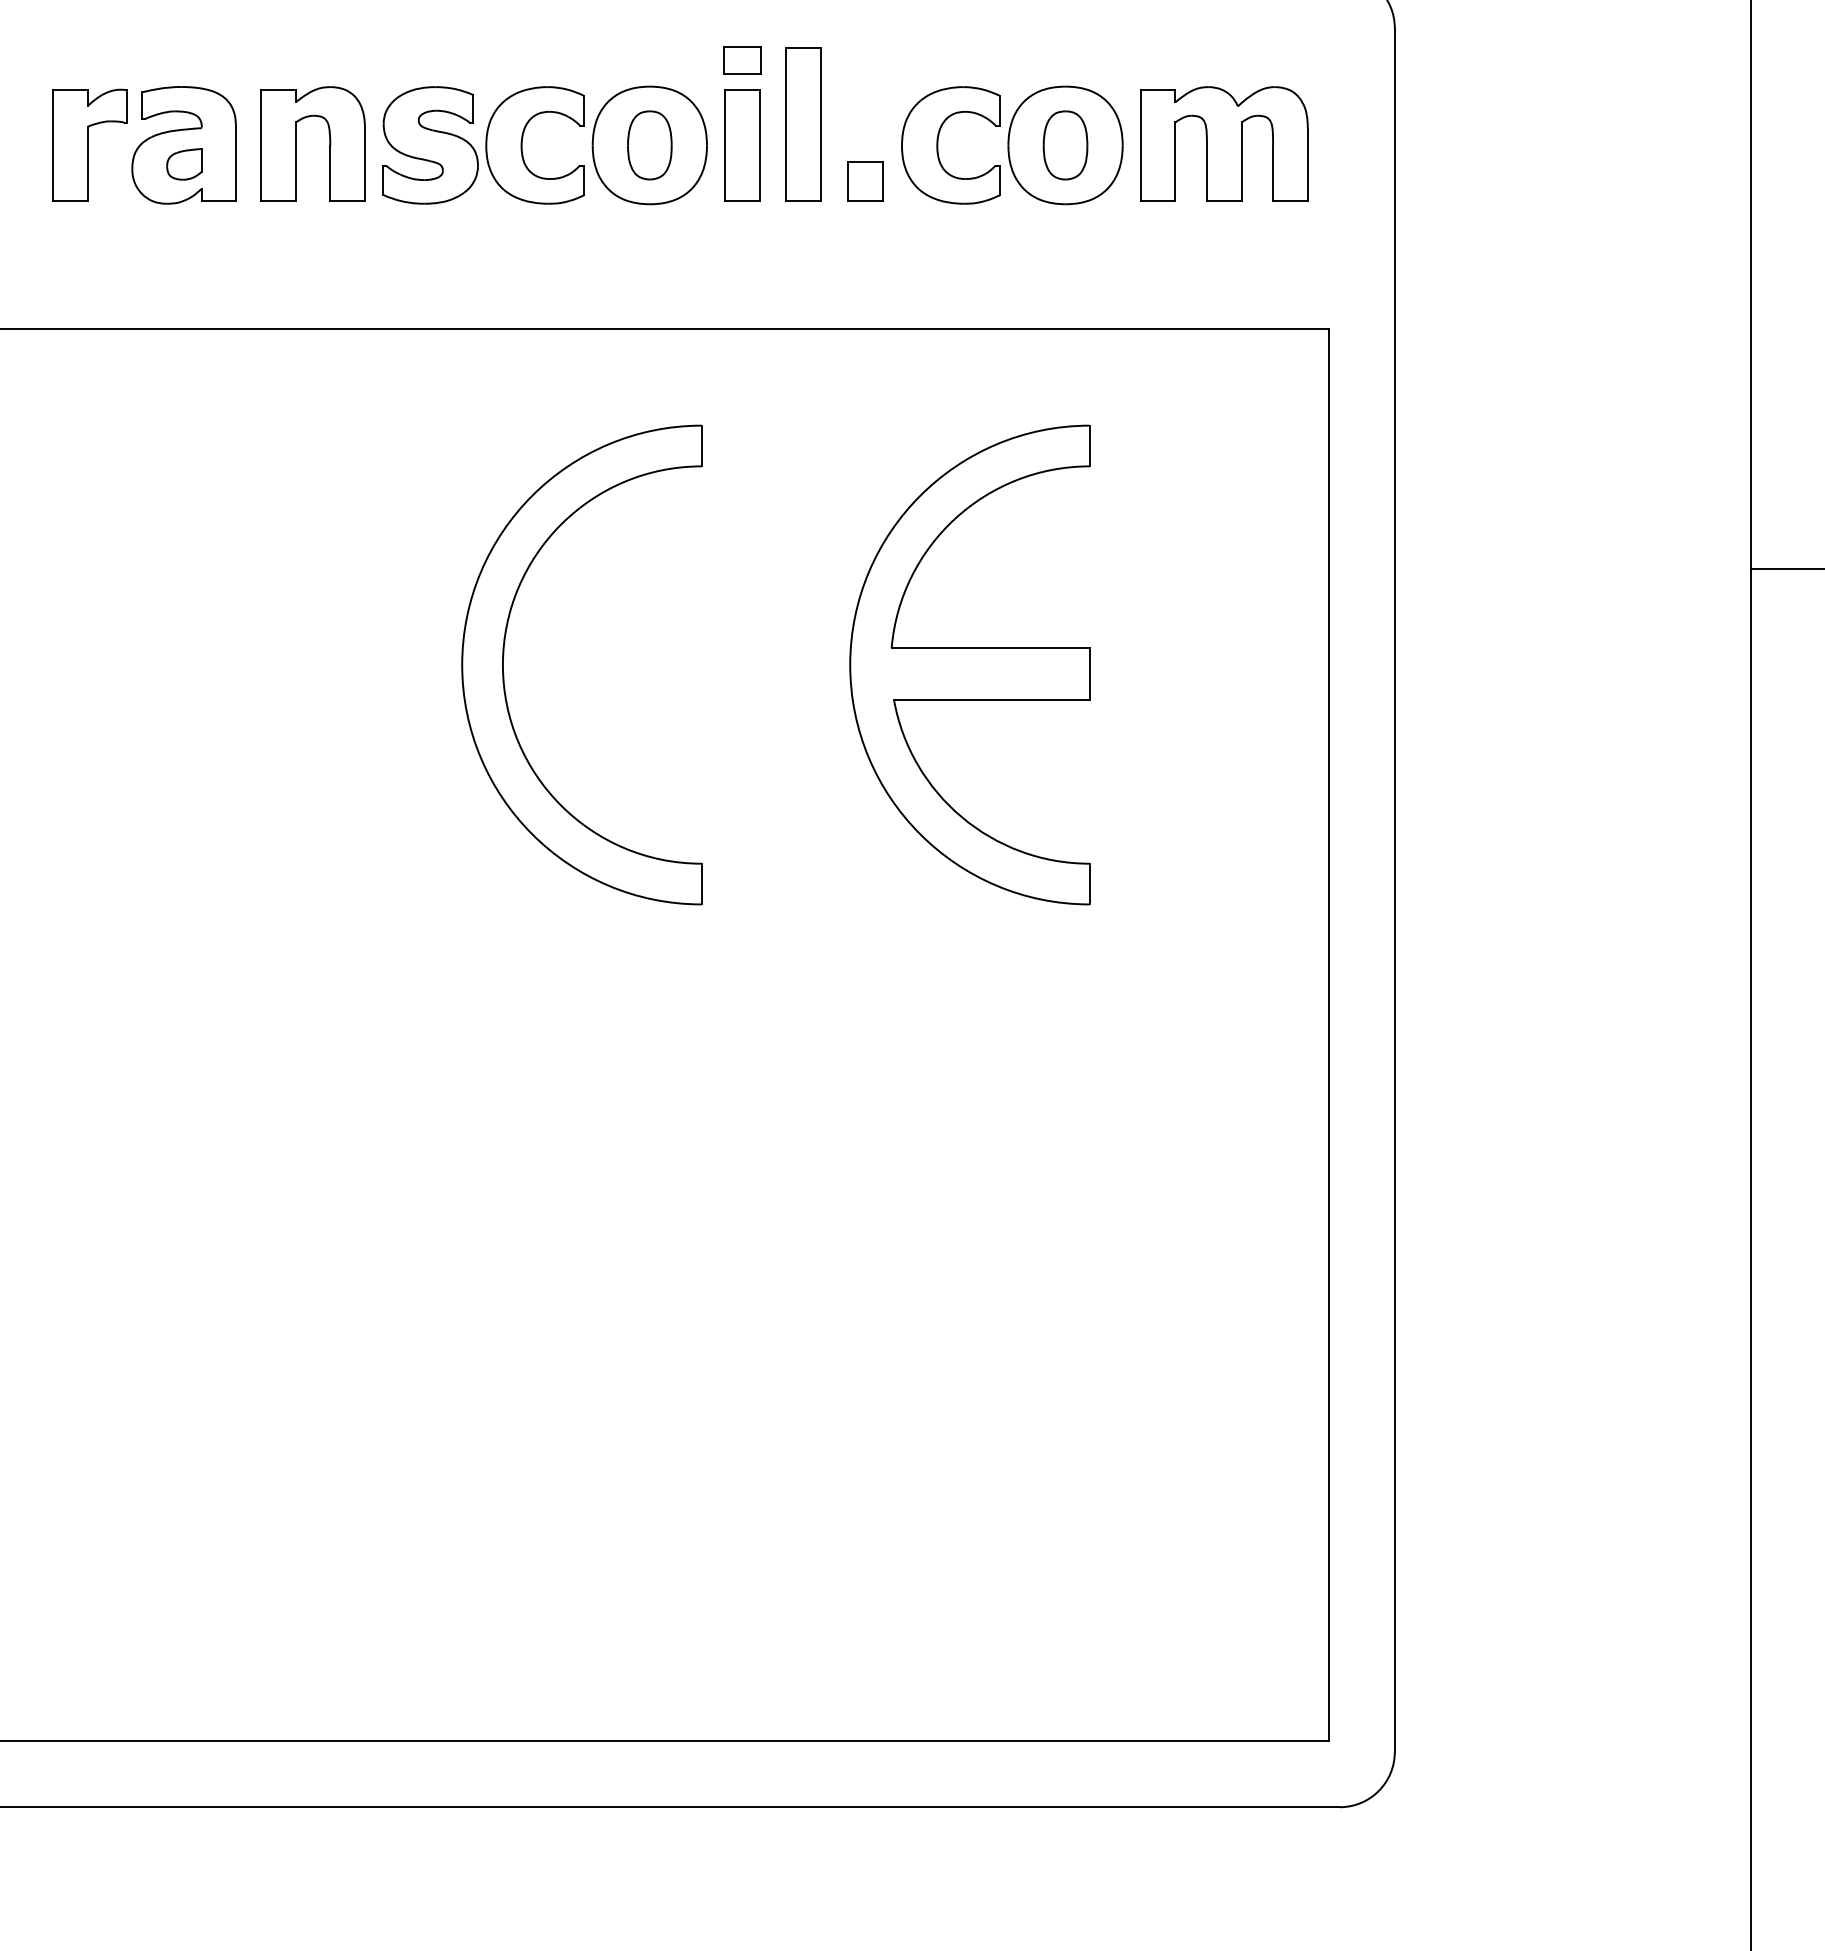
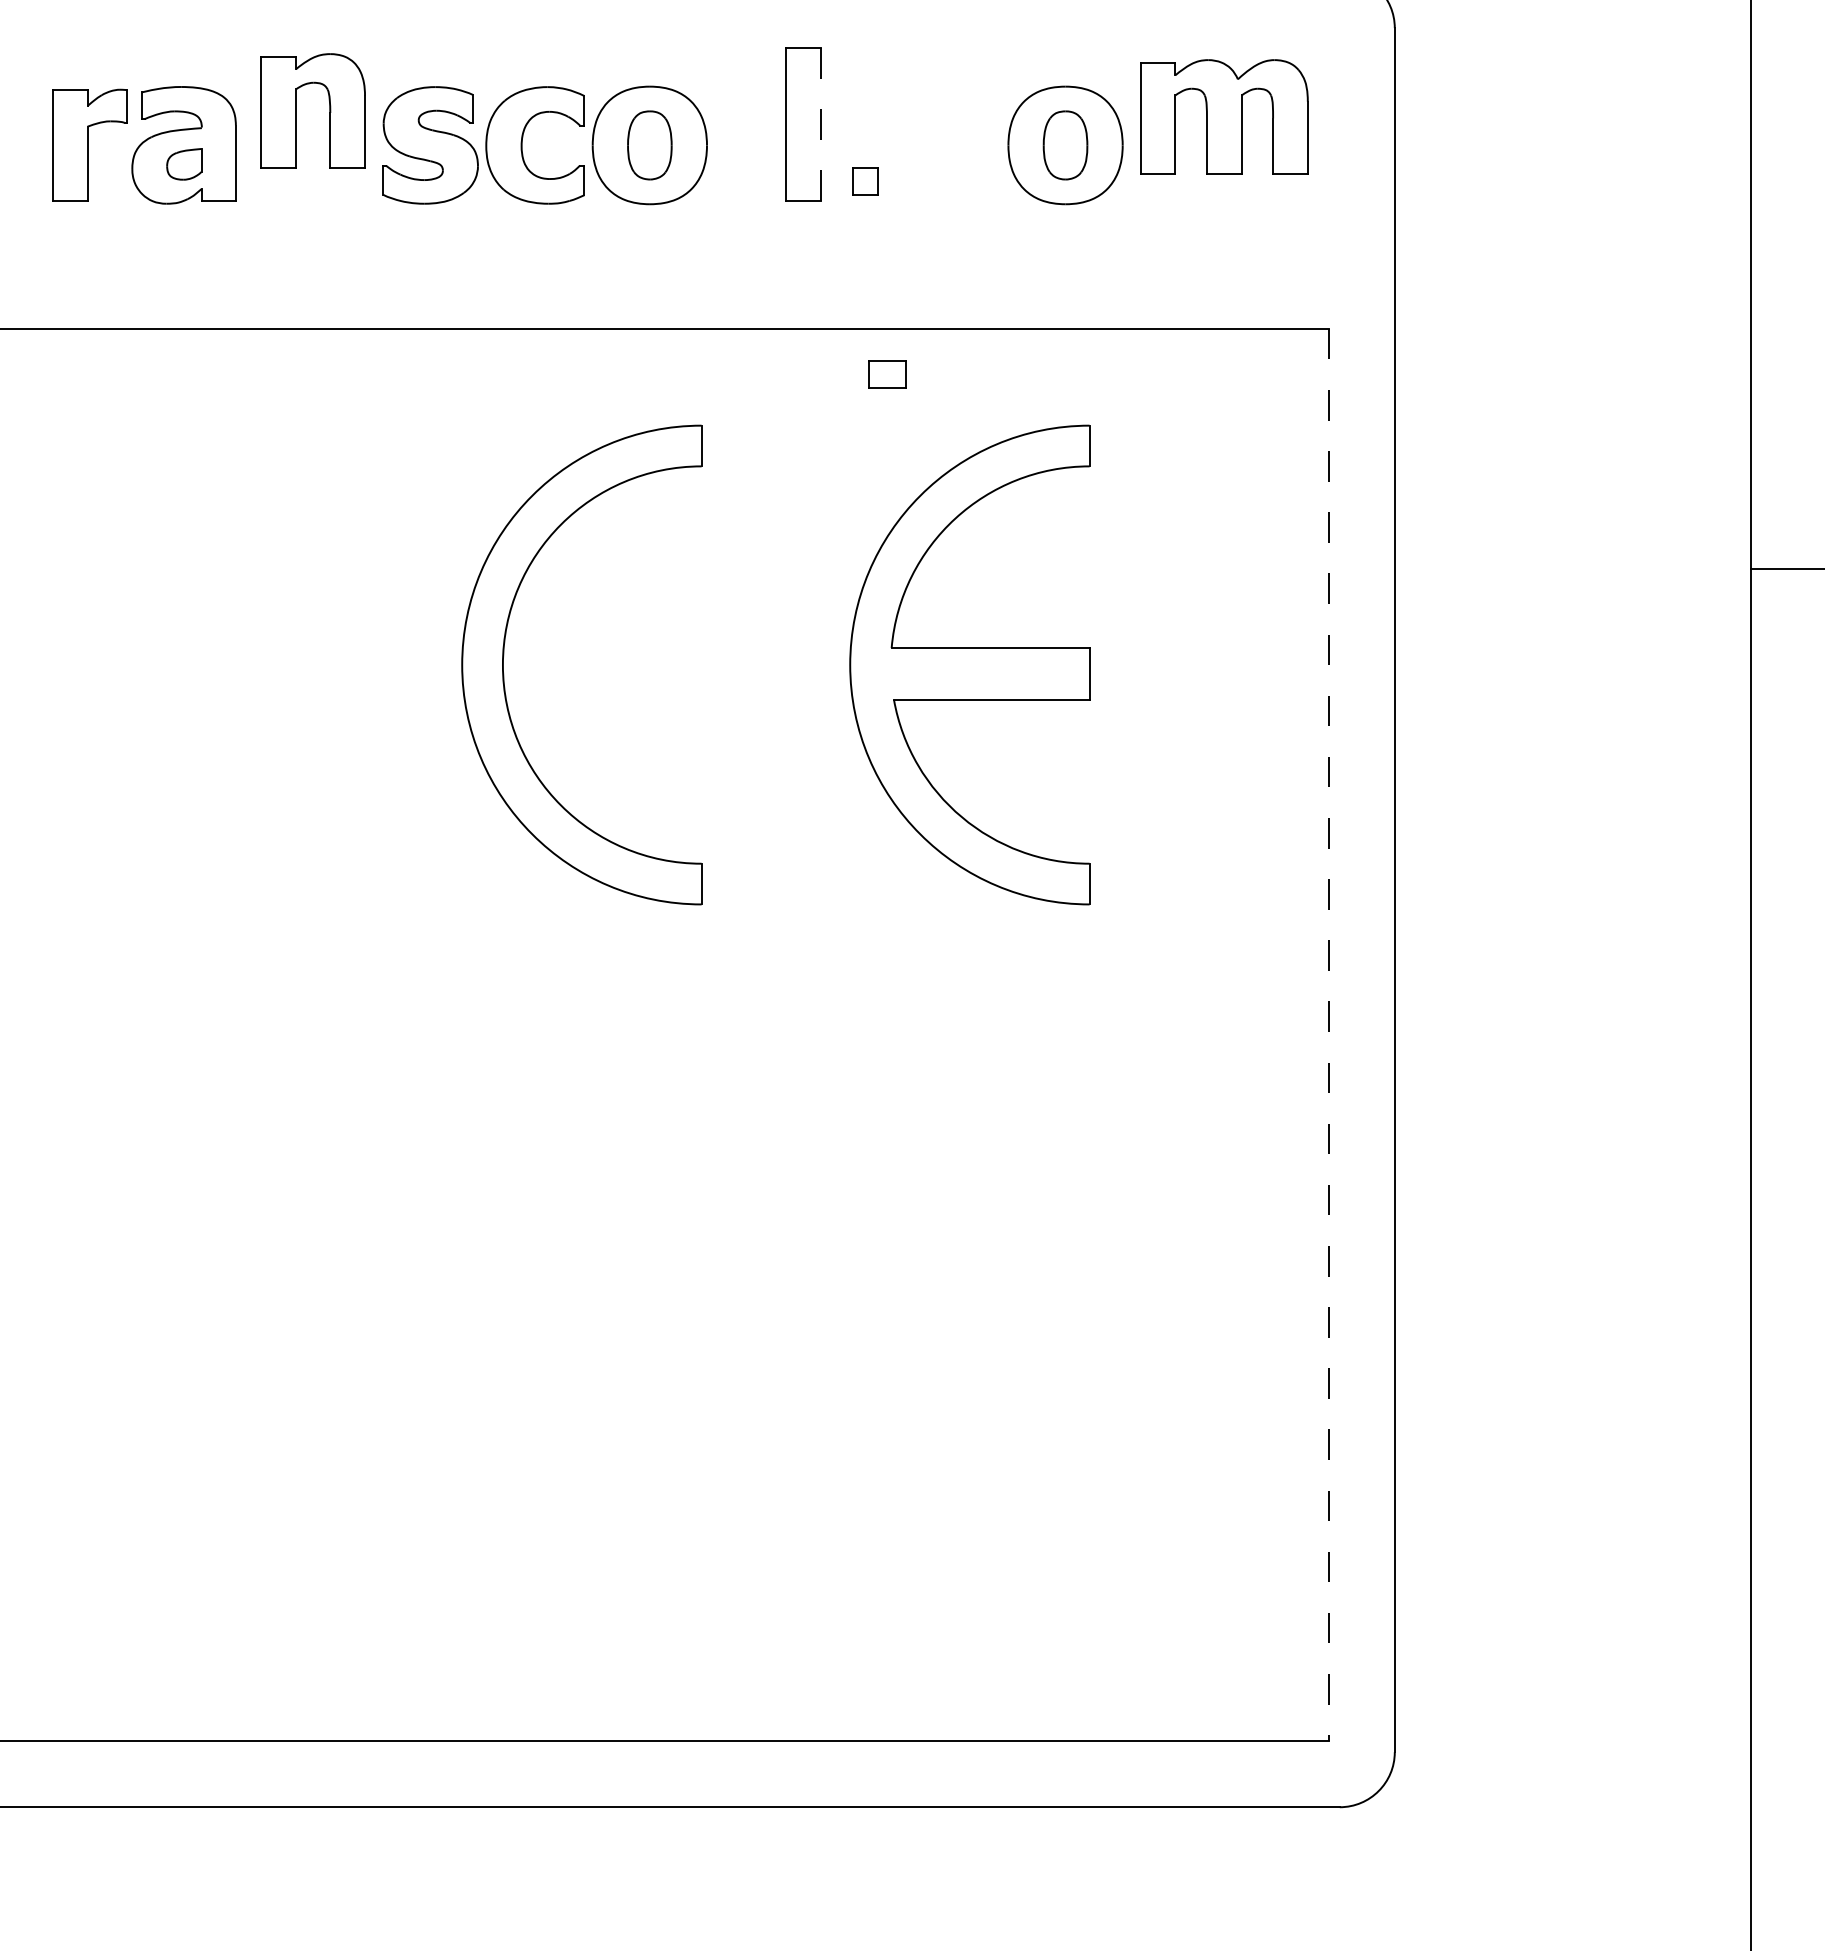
part at (742, 60) position: (742, 60) -> (887, 374)
line at (820, 124): solid -> dashed
part at (296, 143) position: (296, 143) -> (296, 110)
part at (1224, 143) position: (1224, 143) -> (1224, 116)
part at (742, 145): present -> none
part at (938, 145): present -> none
part at (865, 181) size: 37x41 px -> 27x29 px
line at (1328, 1035): solid -> dashed
